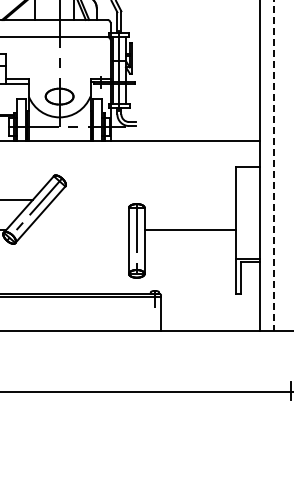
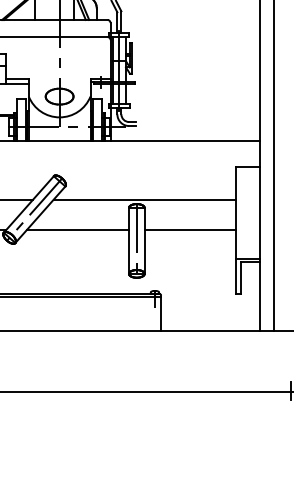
line at (274, 166): dashed -> solid
line at (144, 199): none -> present
line at (78, 229): none -> present
